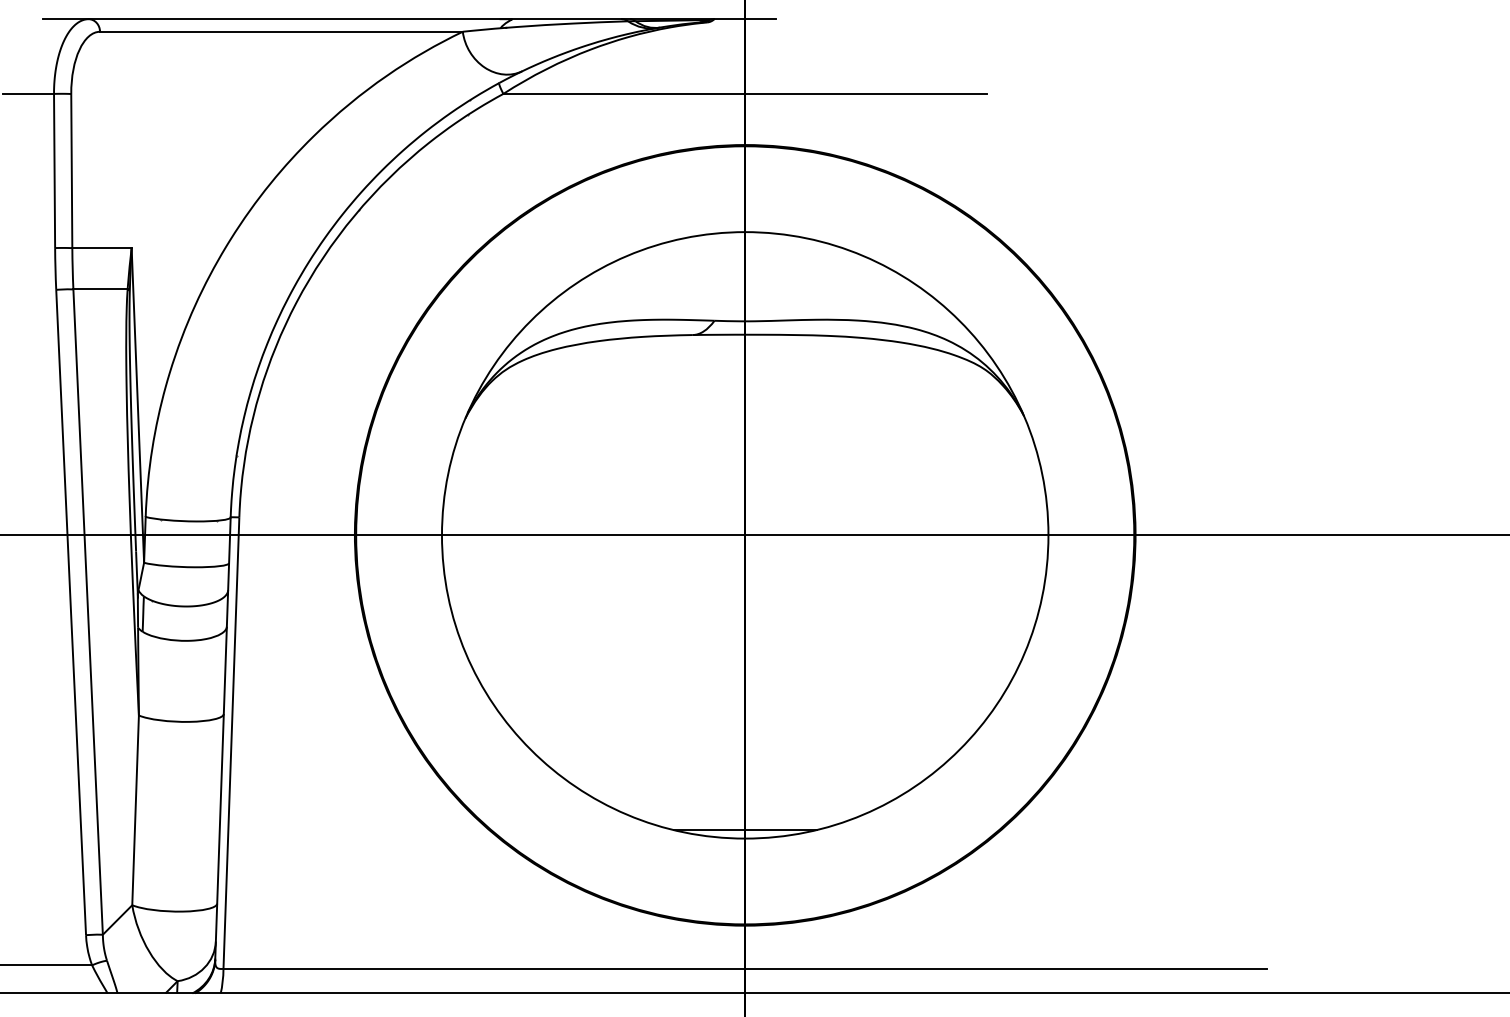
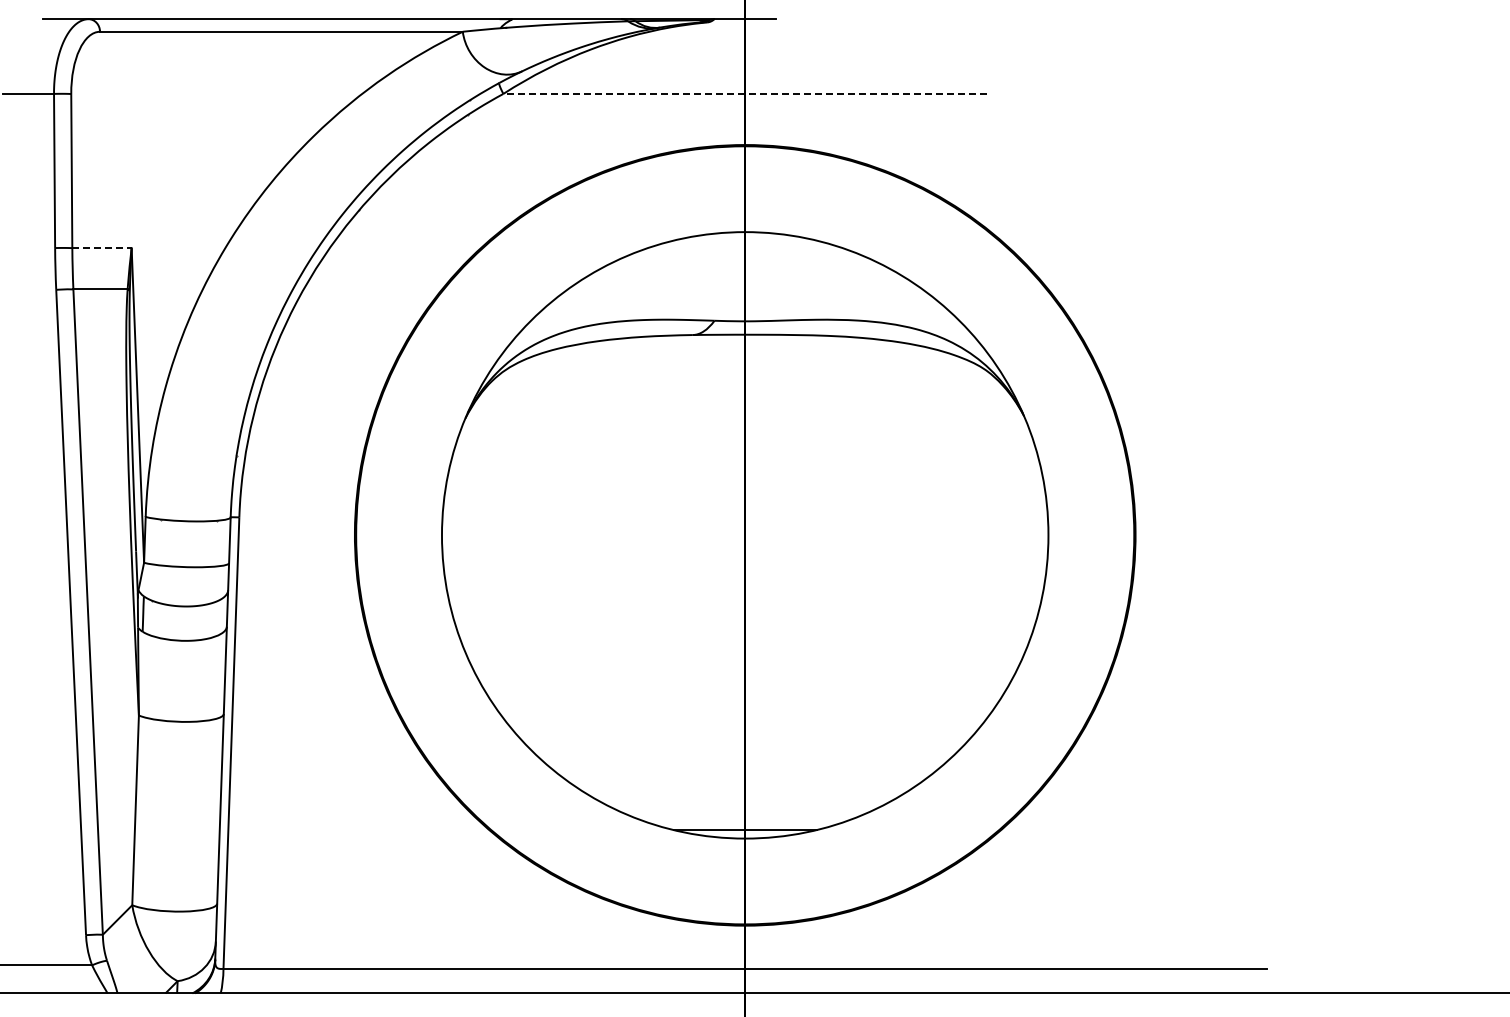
line at (745, 93): solid -> dashed
line at (102, 248): solid -> dashed
line at (754, 535): present -> none
